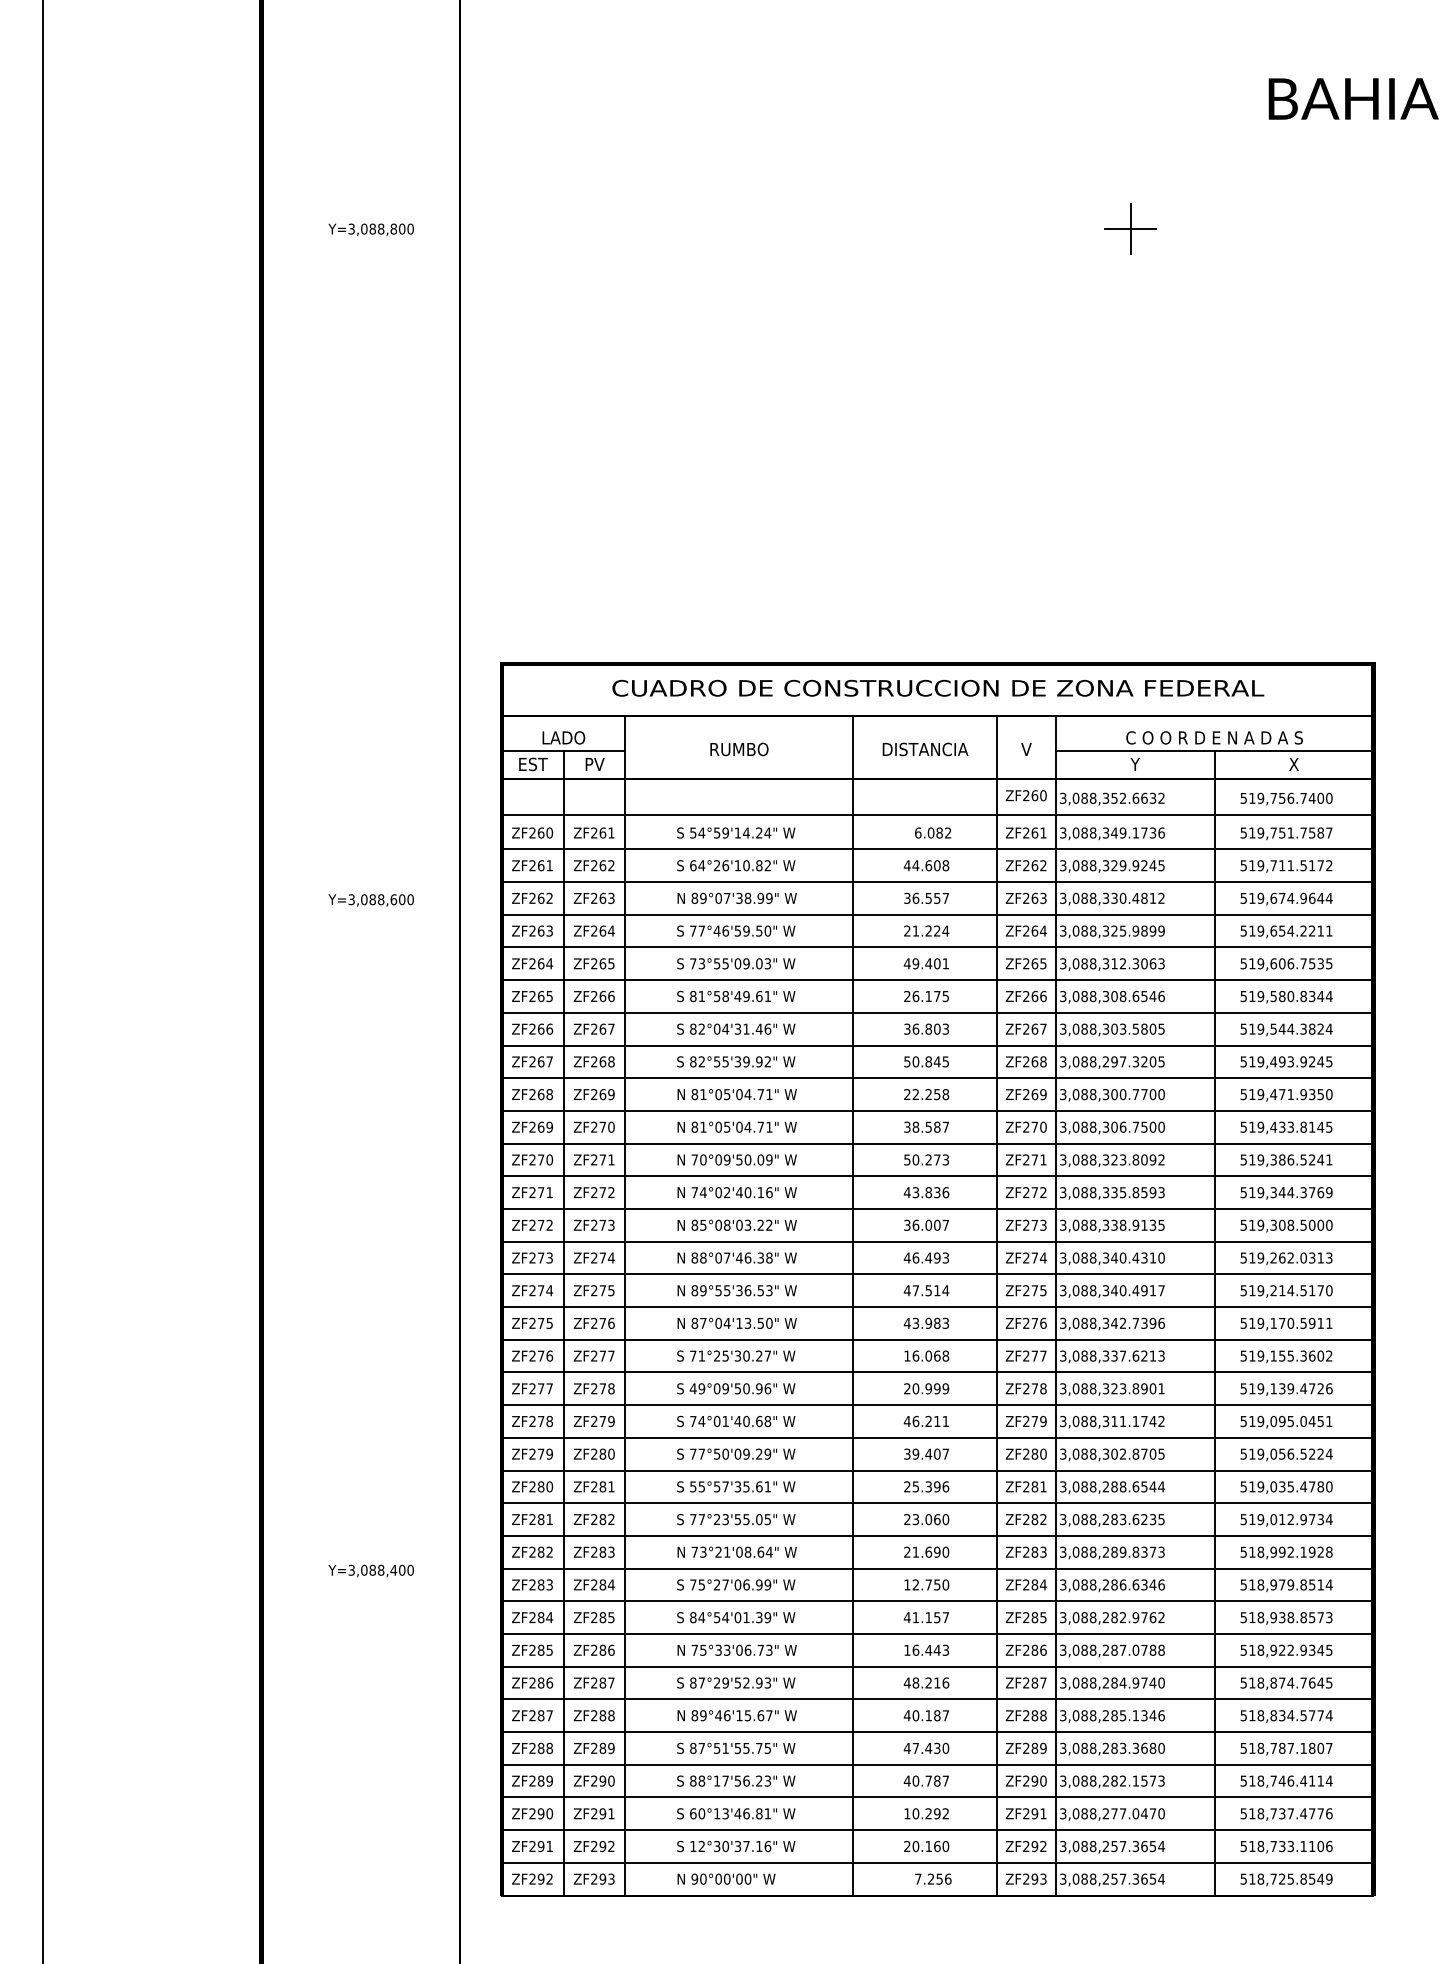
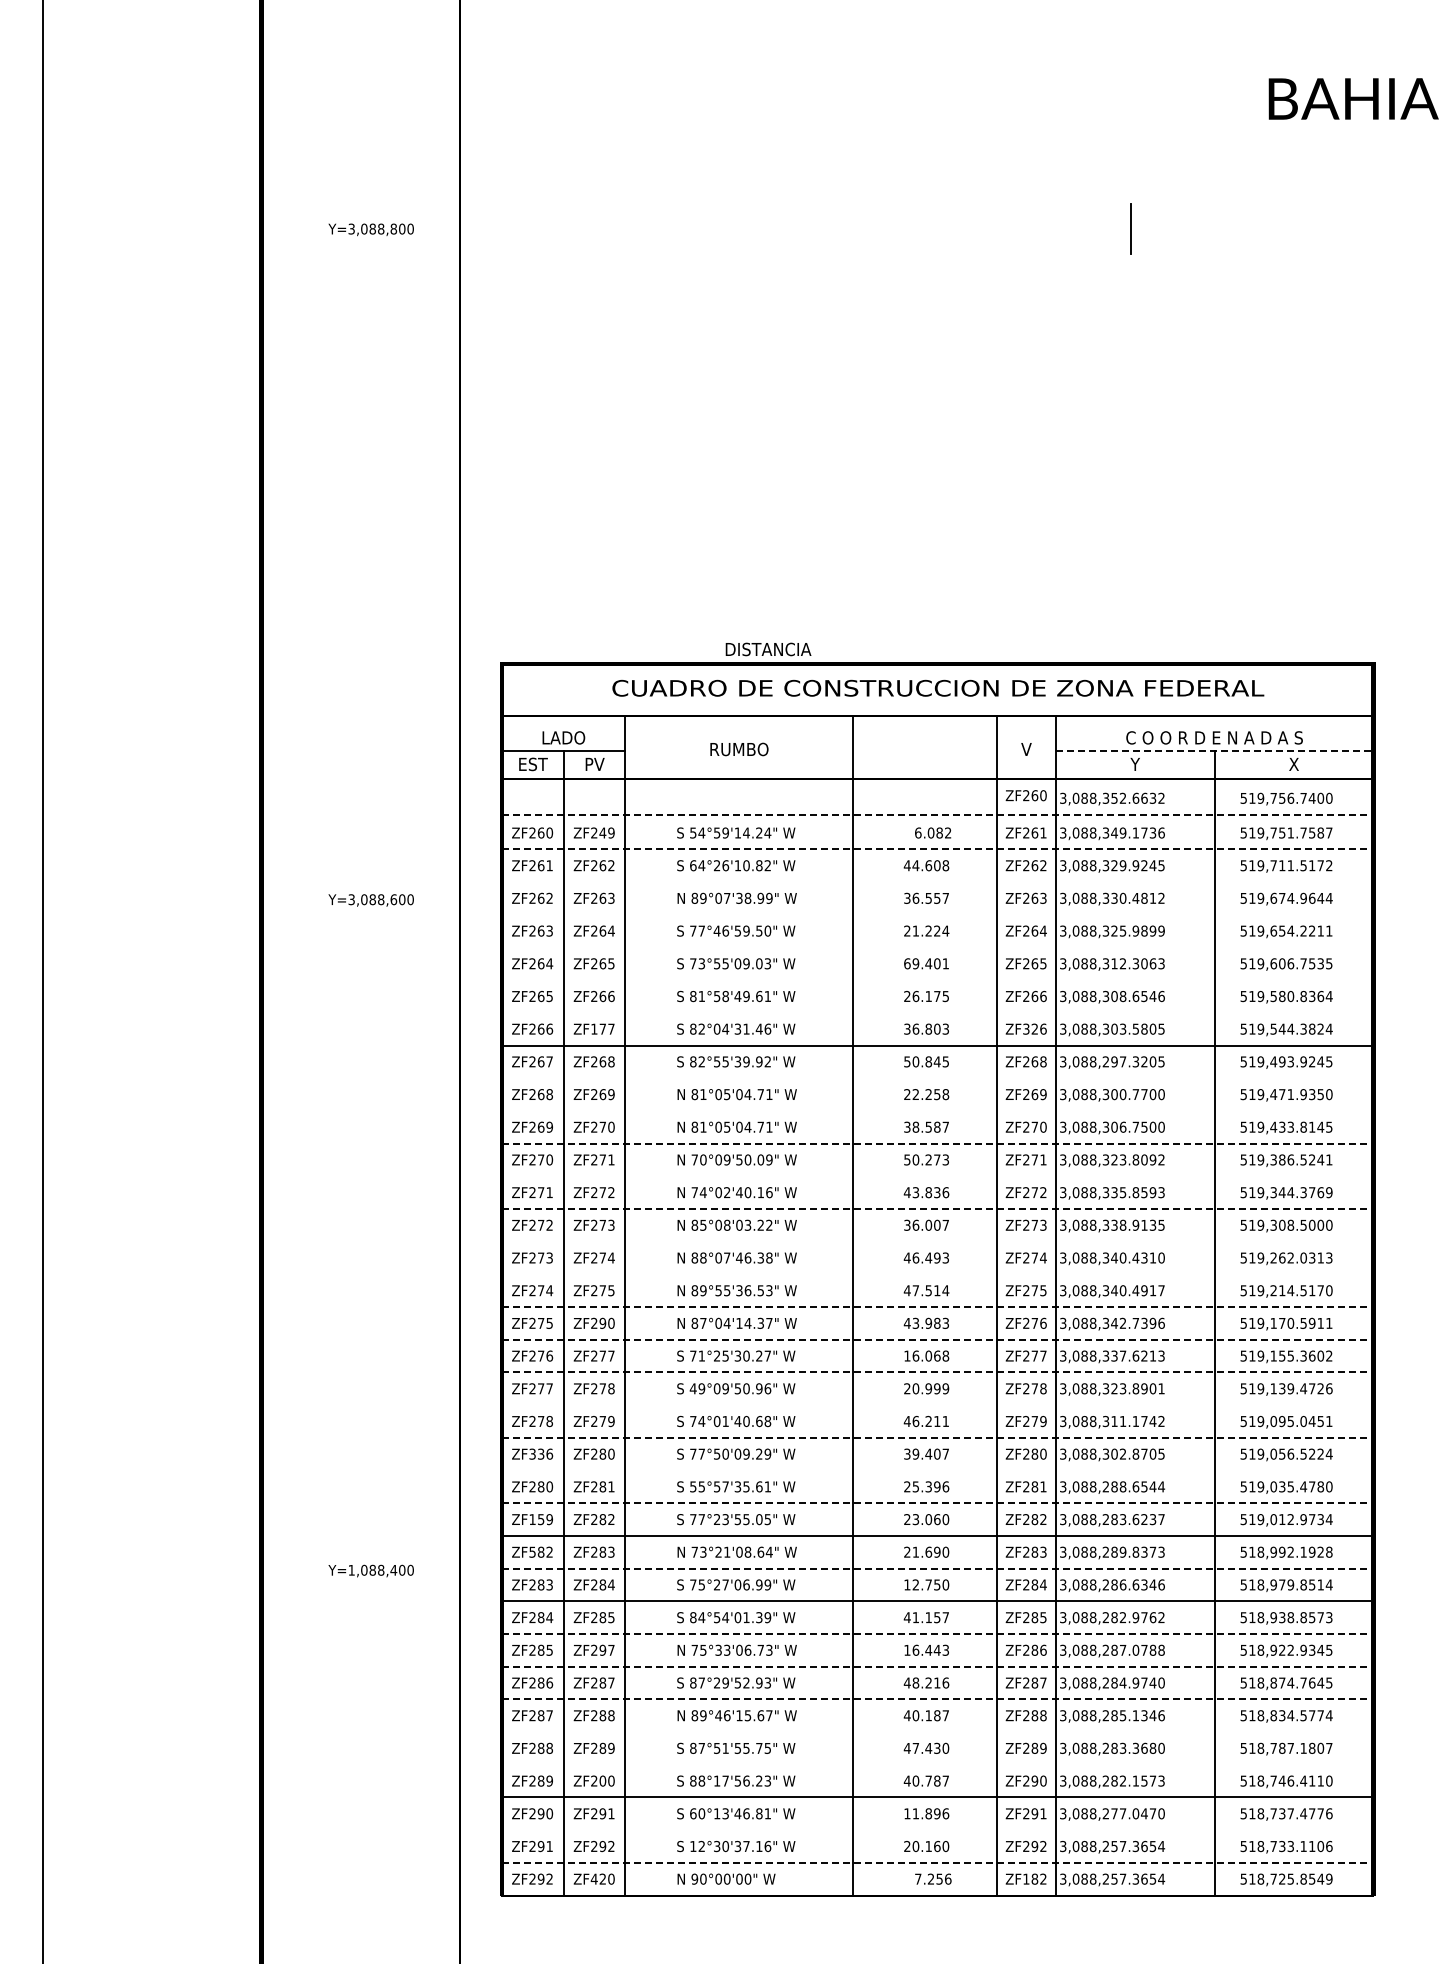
line at (1130, 229): present -> none
text at (925, 749) position: (925, 749) -> (768, 649)
line at (1214, 751): solid -> dashed
line at (937, 814): solid -> dashed
text at (606, 832): ZF261 -> ZF249
line at (937, 849): solid -> dashed
line at (937, 882): present -> none
line at (937, 914): present -> none
line at (937, 947): present -> none
text at (906, 963): 49.401 -> 69.401
line at (937, 980): present -> none
text at (1320, 996): 519,580.8344 -> 519,580.8364
line at (937, 1012): present -> none
text at (598, 1028): ZF267 -> ZF177
text at (1034, 1028): ZF267 -> ZF326
line at (937, 1078): present -> none
line at (937, 1110): present -> none
line at (937, 1143): solid -> dashed
line at (937, 1176): present -> none
line at (937, 1209): solid -> dashed
line at (937, 1241): present -> none
line at (937, 1274): present -> none
line at (937, 1307): solid -> dashed
text at (606, 1322): ZF276 -> ZF290
text at (758, 1322): 87°04'13.50" -> 87°04'14.37"
line at (937, 1339): solid -> dashed
line at (937, 1372): solid -> dashed
line at (937, 1405): present -> none
line at (937, 1437): solid -> dashed
text at (541, 1453): ZF279 -> ZF336
line at (937, 1470): present -> none
line at (937, 1503): solid -> dashed
text at (540, 1519): ZF281 -> ZF159
text at (1161, 1519): 3,088,283.6235 -> 3,088,283.6237
text at (532, 1551): ZF282 -> ZF582
line at (937, 1568): solid -> dashed
text at (351, 1569): Y=3,088,400 -> Y=1,088,400
line at (937, 1634): solid -> dashed
text at (606, 1649): ZF286 -> ZF297
line at (937, 1666): solid -> dashed
line at (937, 1699): solid -> dashed
line at (937, 1732): present -> none
line at (937, 1764): present -> none
text at (602, 1780): ZF290 -> ZF200
text at (1328, 1780): 518,746.4114 -> 518,746.4110
text at (930, 1813): 10.292 -> 11.896
line at (937, 1830): present -> none
line at (937, 1862): solid -> dashed
text at (602, 1878): ZF293 -> ZF420
text at (1034, 1878): ZF293 -> ZF182
